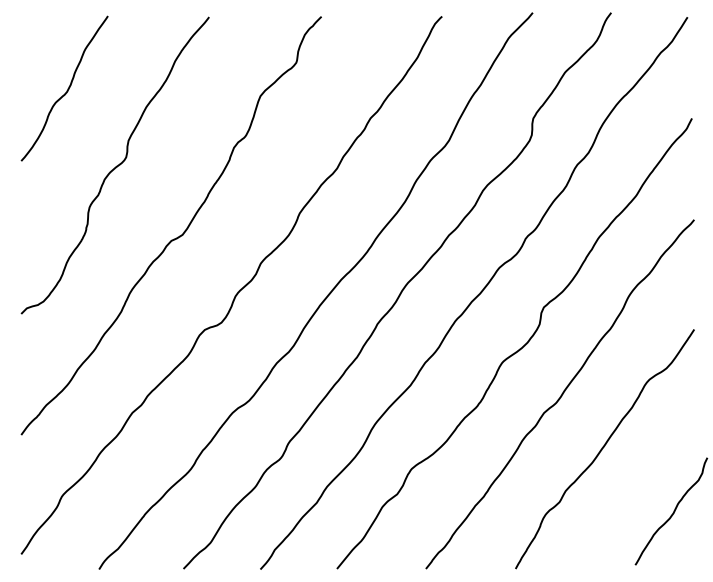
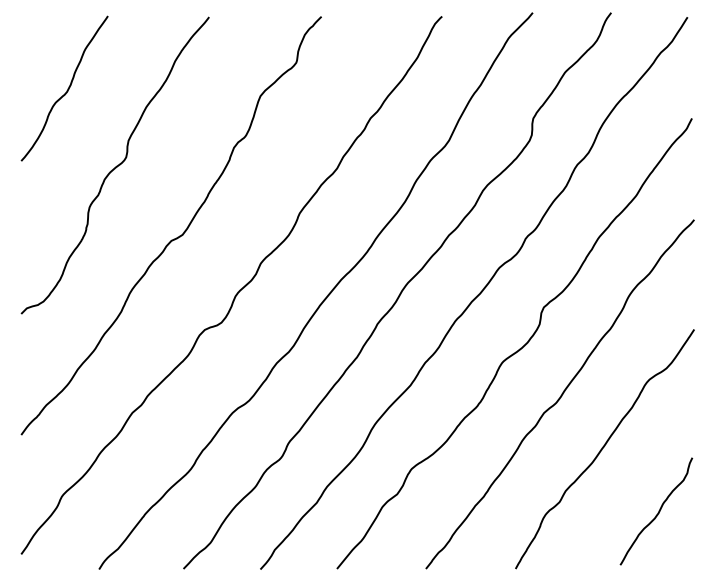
curve at (672, 512) position: (672, 512) -> (657, 512)
